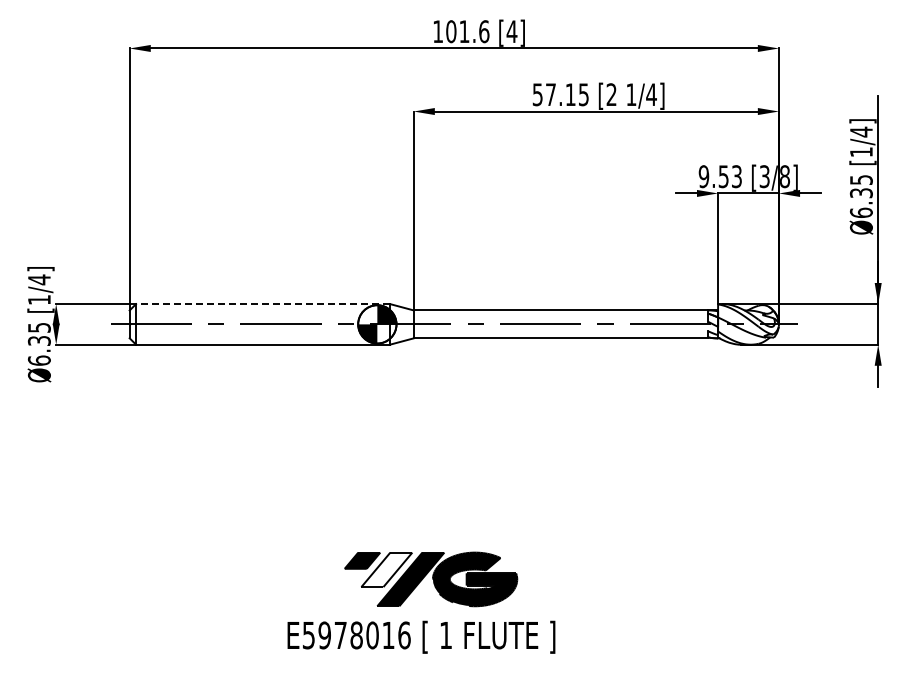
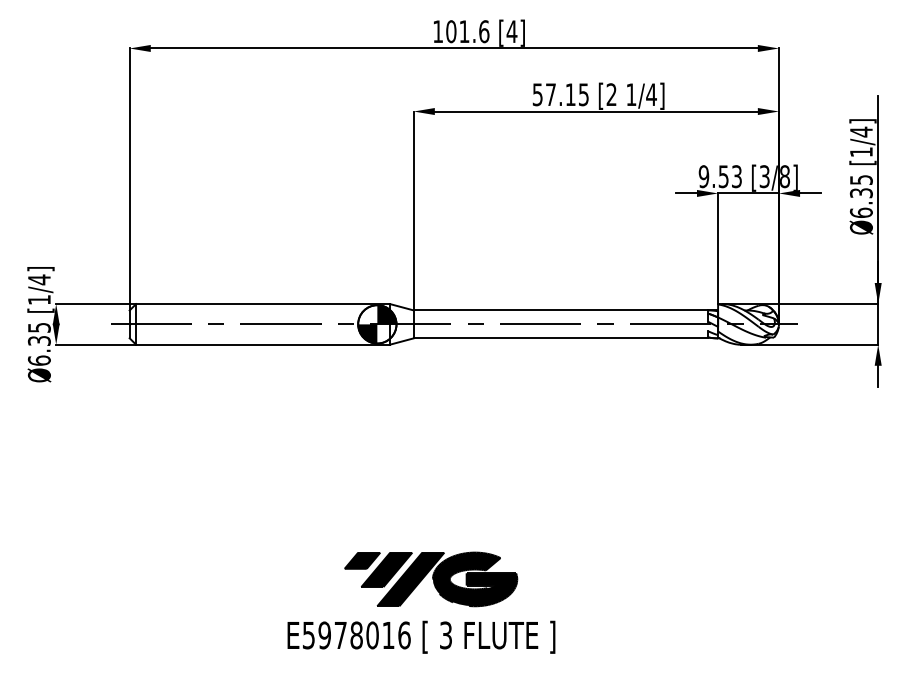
line at (262, 304): dashed -> solid
fill at (386, 569): none -> present
text at (445, 635): 1 -> 3
